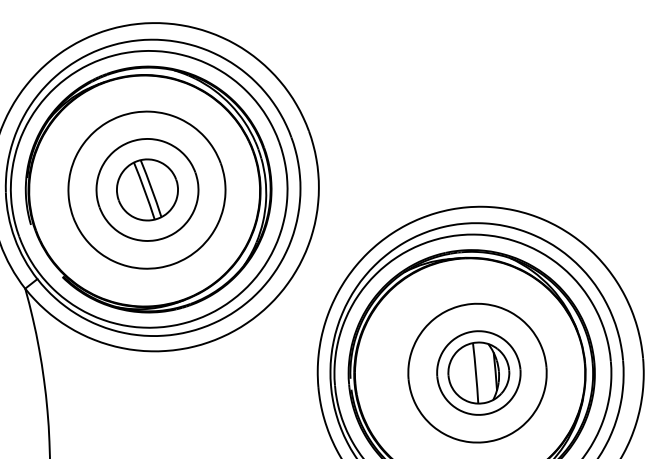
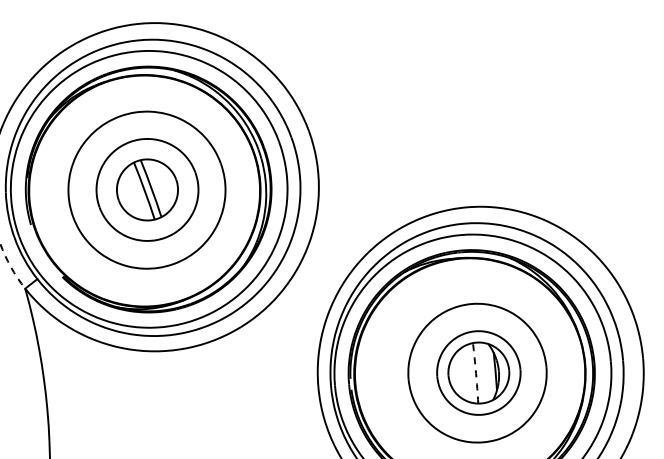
arc at (10, 267): solid -> dashed
arc at (476, 373): solid -> dashed
